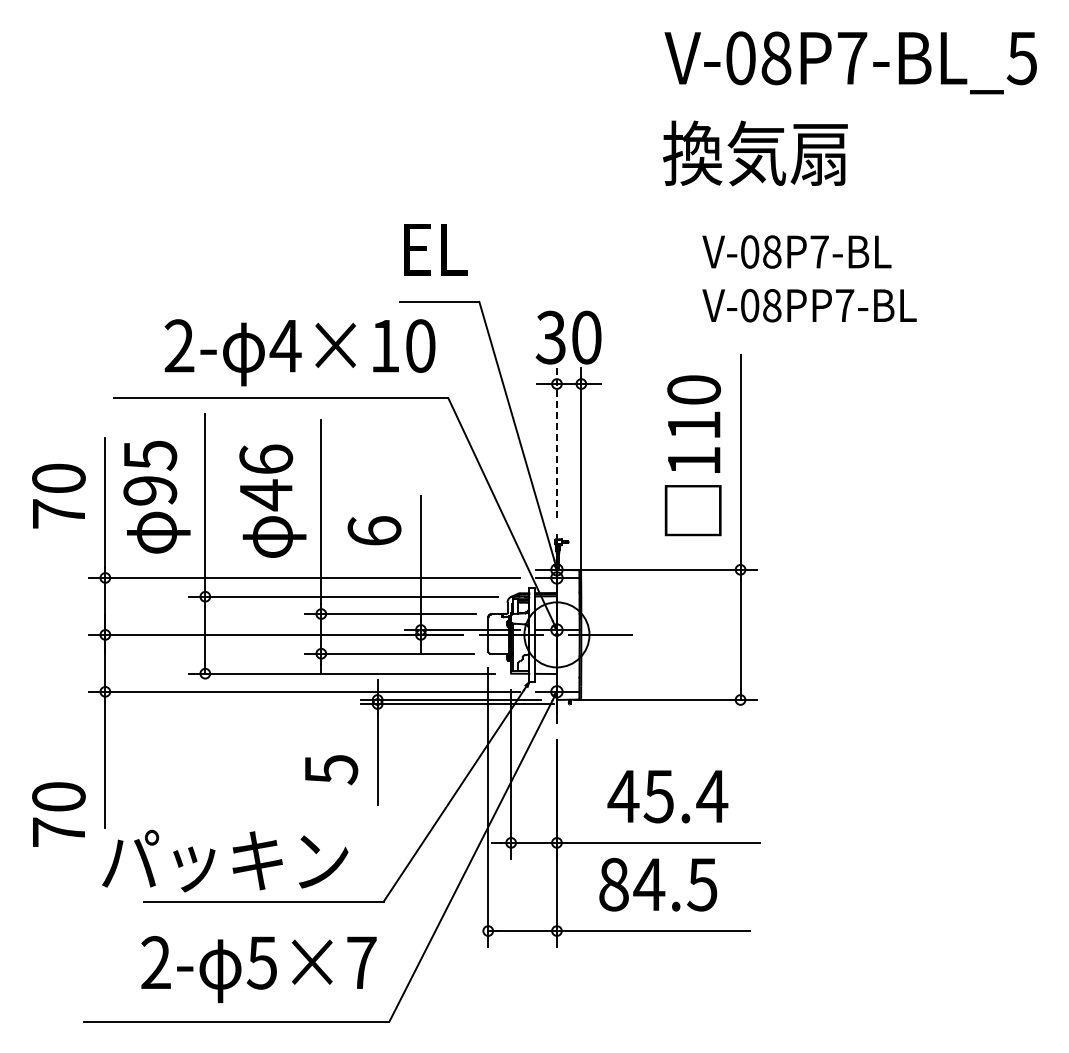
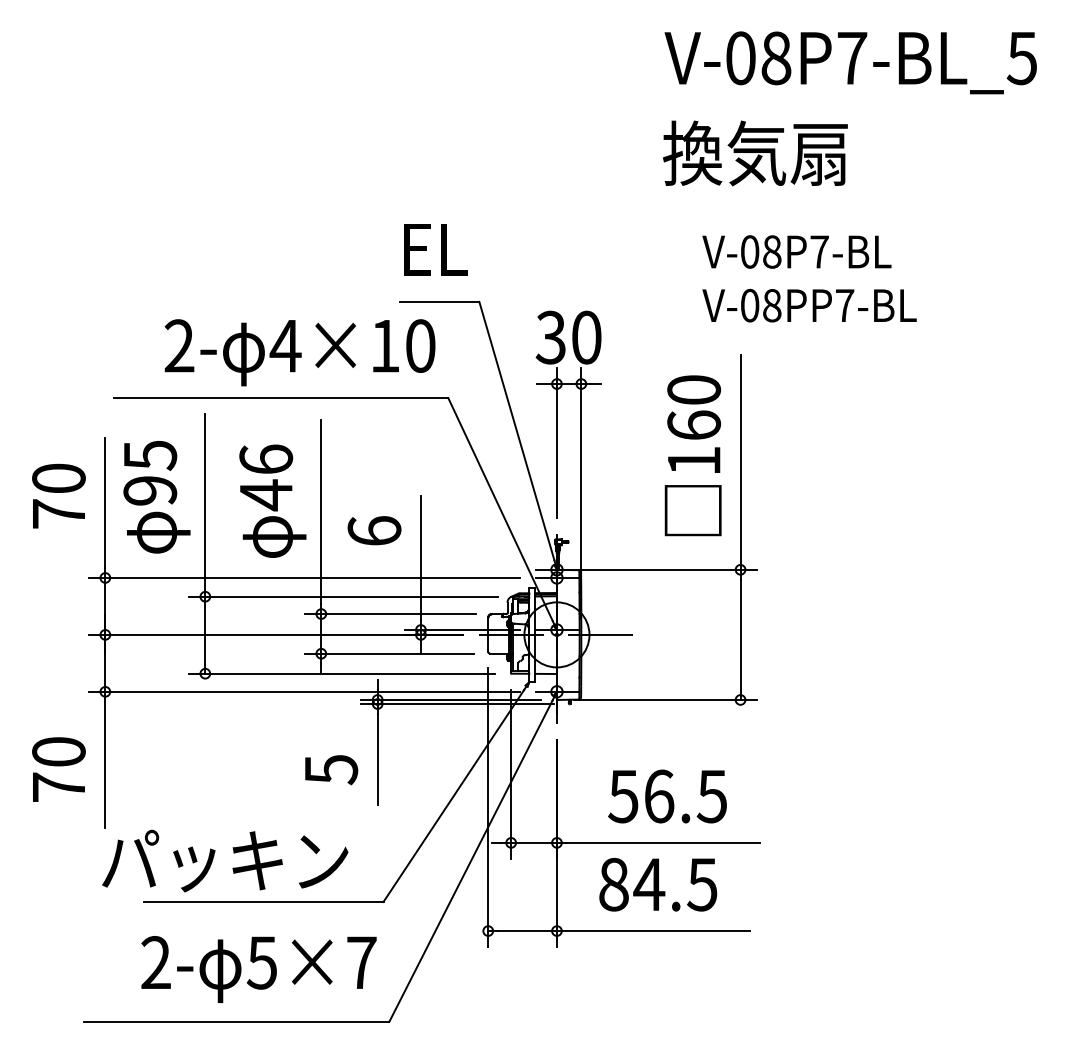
text at (694, 424): 110 -> 160
line at (556, 442): dashed -> solid
text at (667, 796): 45.4 -> 56.5
text at (58, 814) position: (58, 814) -> (58, 769)
